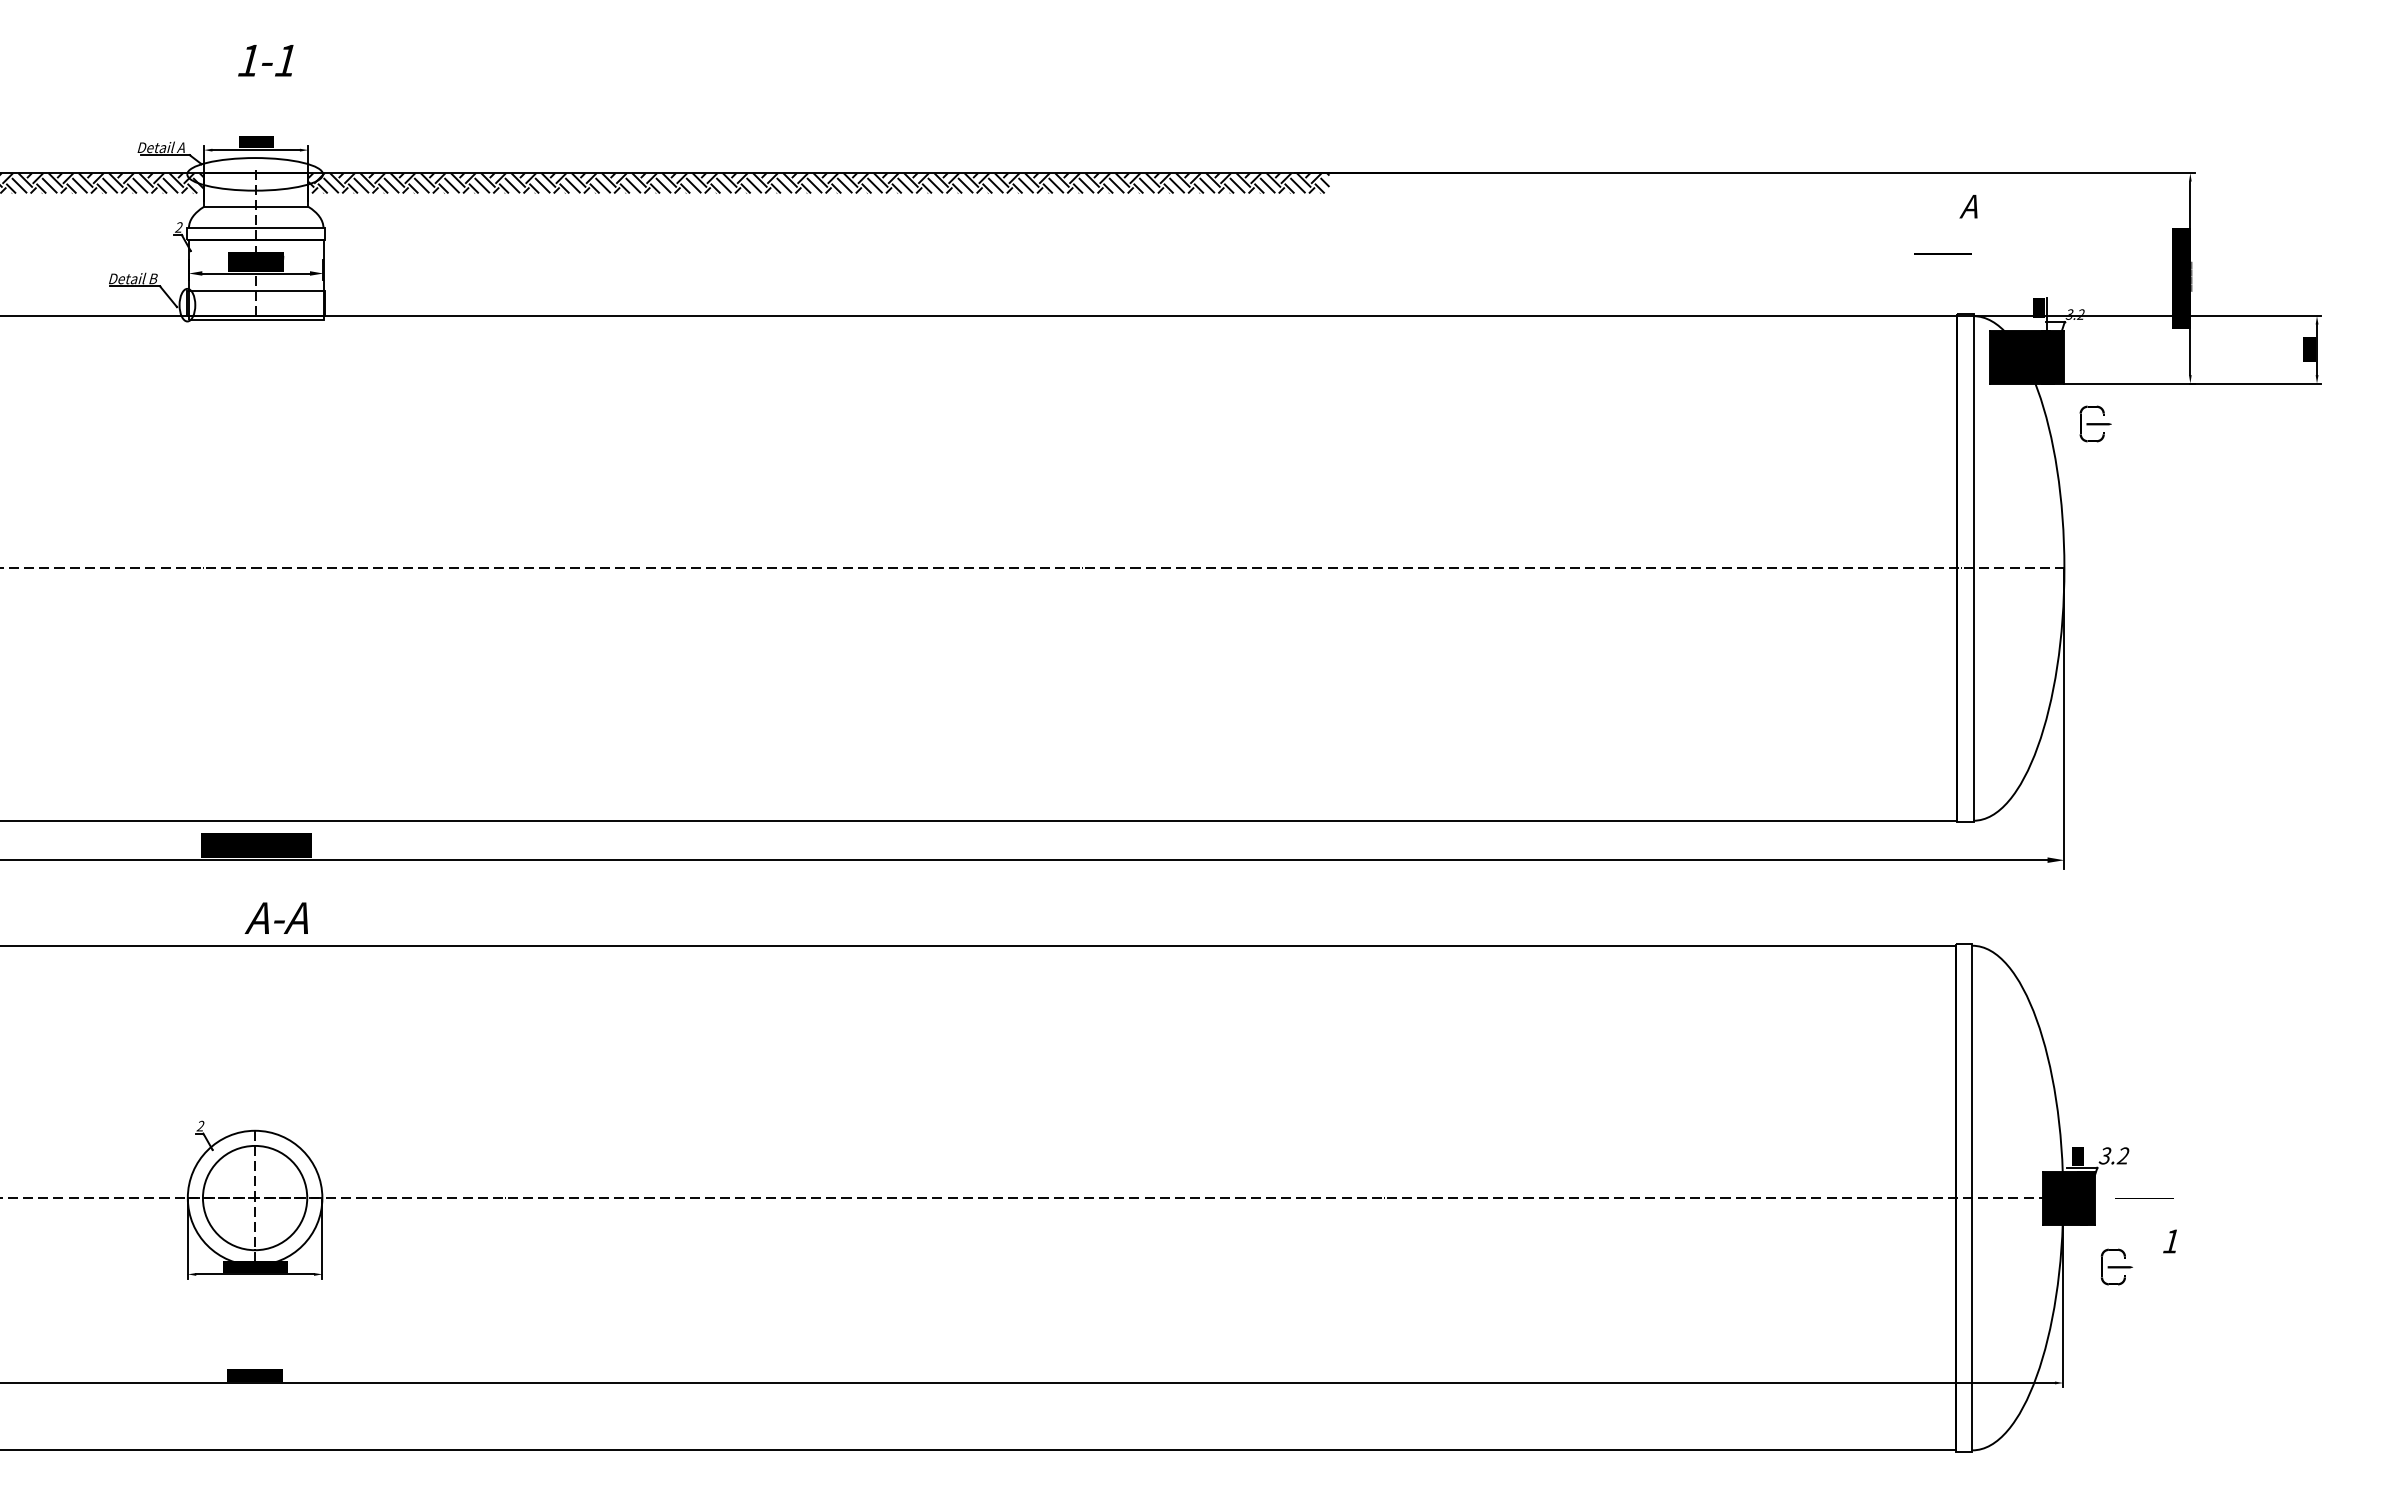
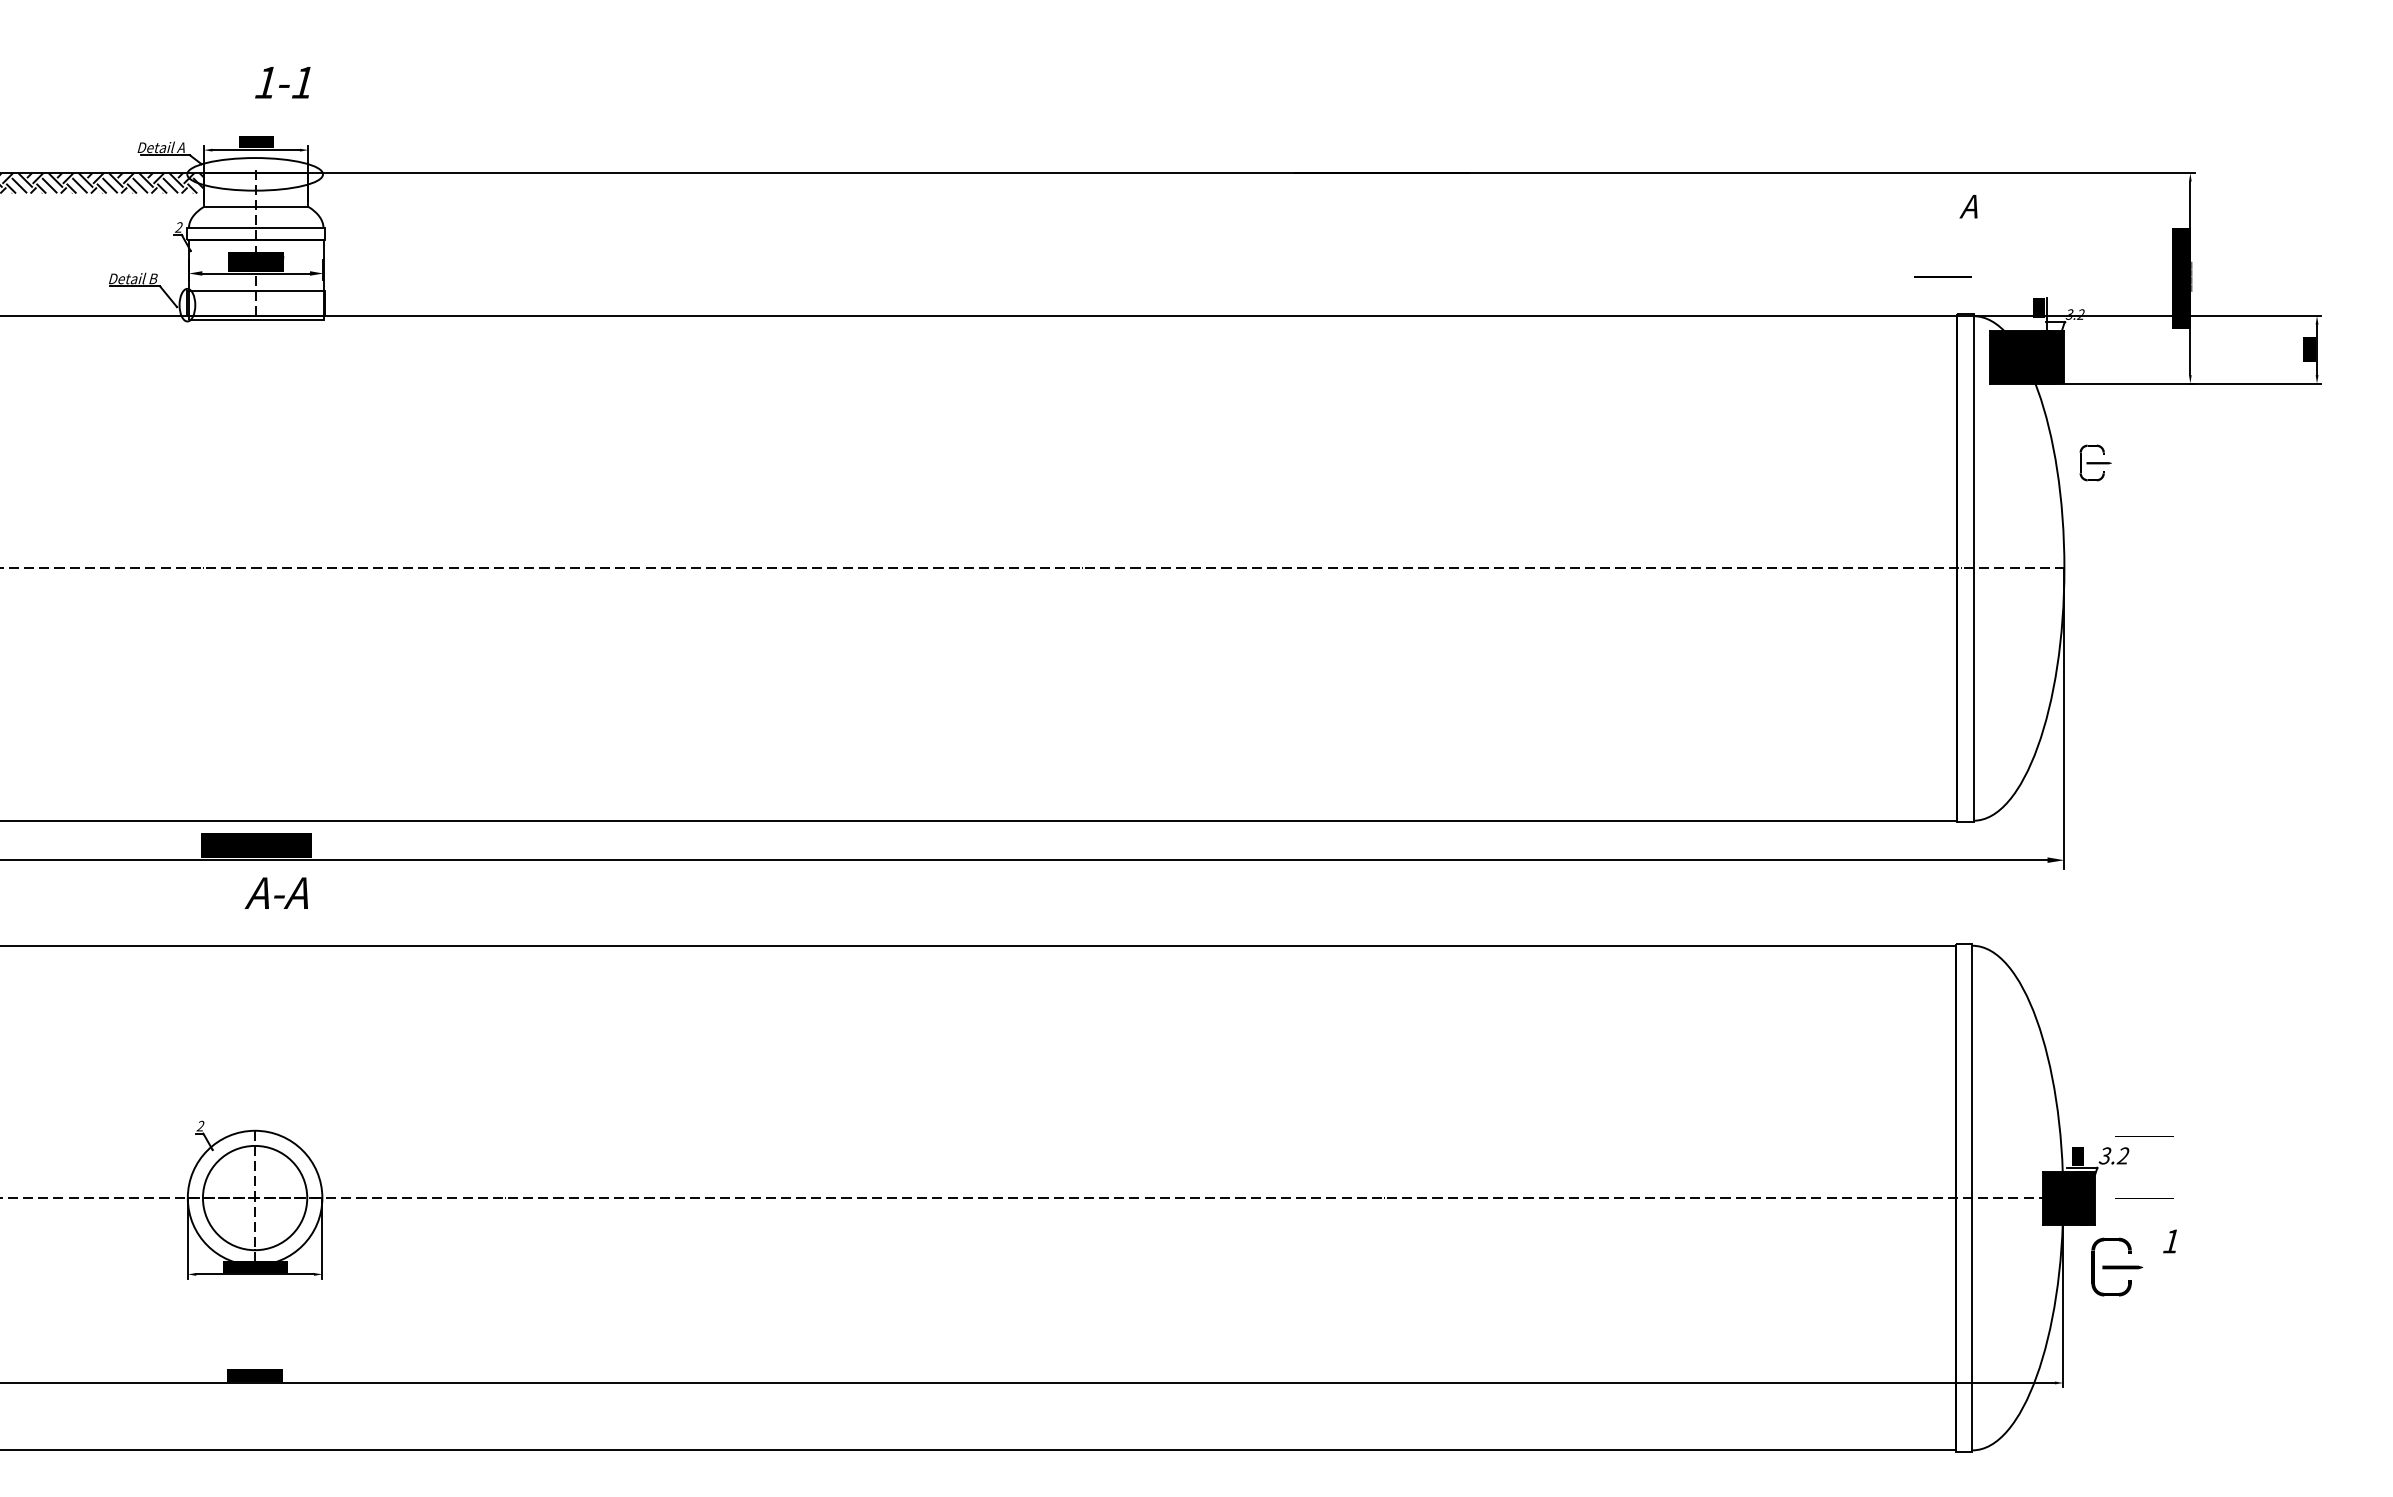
text at (265, 60) position: (265, 60) -> (282, 82)
hatch at (818, 183): present -> none
line at (1942, 253) position: (1942, 253) -> (1942, 276)
part at (2095, 423) position: (2095, 423) -> (2095, 462)
text at (275, 917) position: (275, 917) -> (275, 892)
line at (2144, 1136): none -> present
part at (2116, 1266) size: 33x38 px -> 53x60 px
